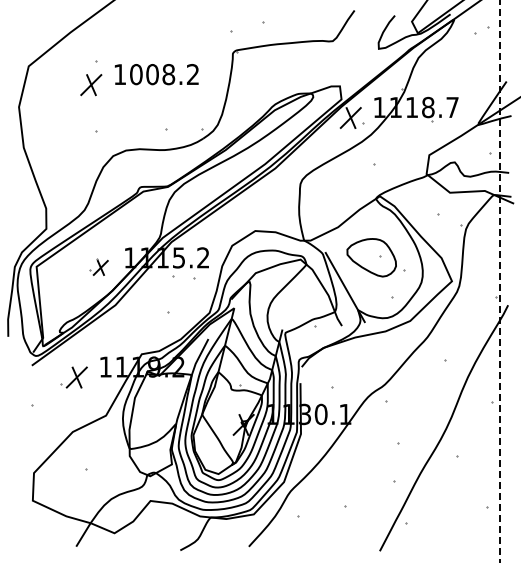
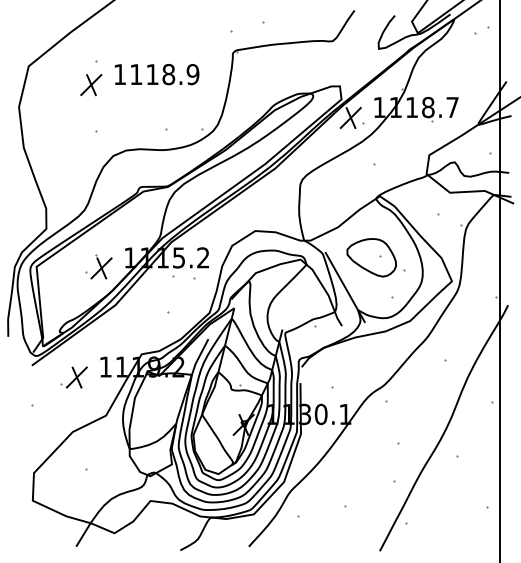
text at (164, 74): 1008.2 -> 1118.9
part at (98, 266) size: 20x18 px -> 28x26 px
line at (500, 281): dashed -> solid
